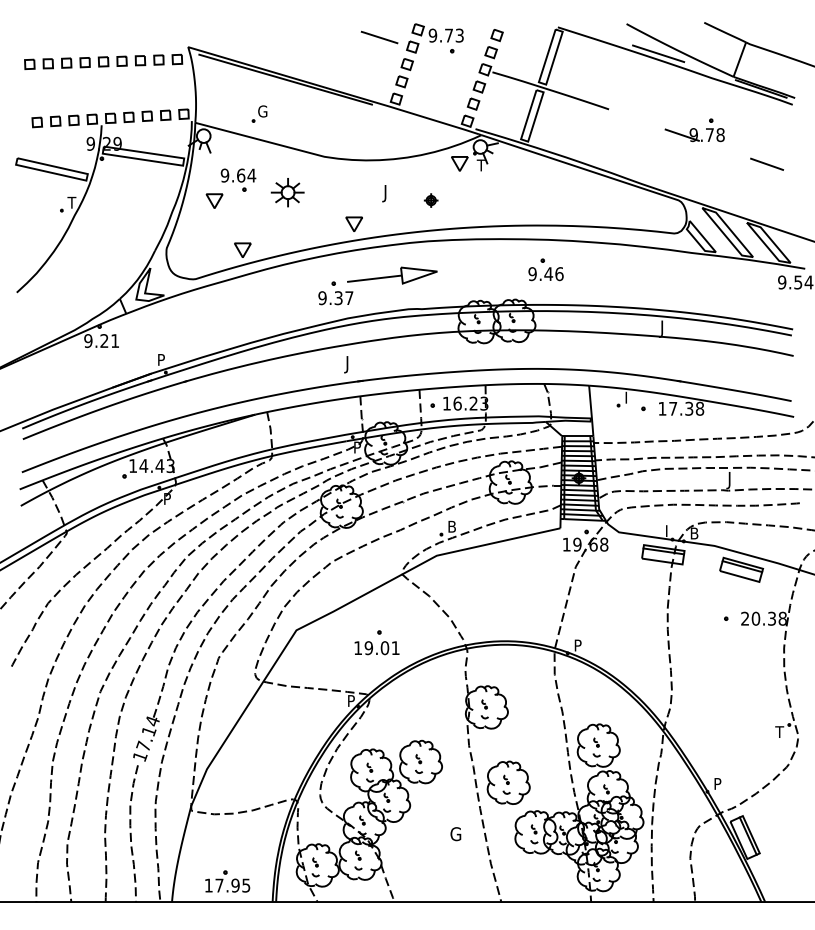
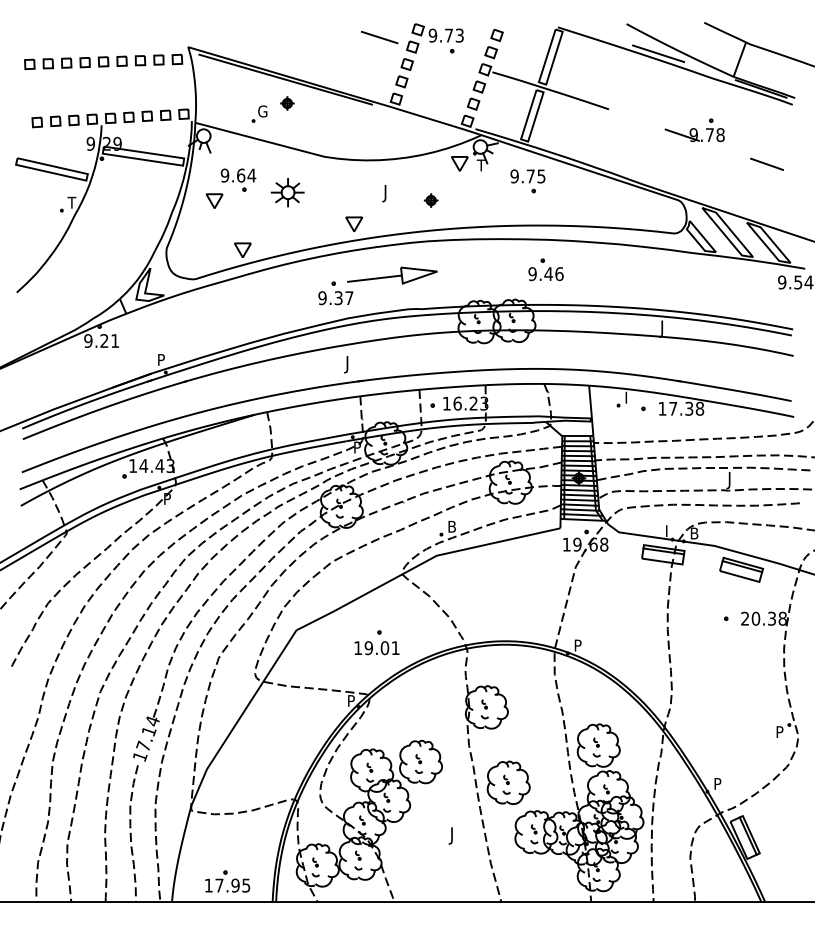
part at (287, 103): none -> present
part at (527, 181): none -> present
text at (779, 731): T -> P
text at (454, 835): G -> J
